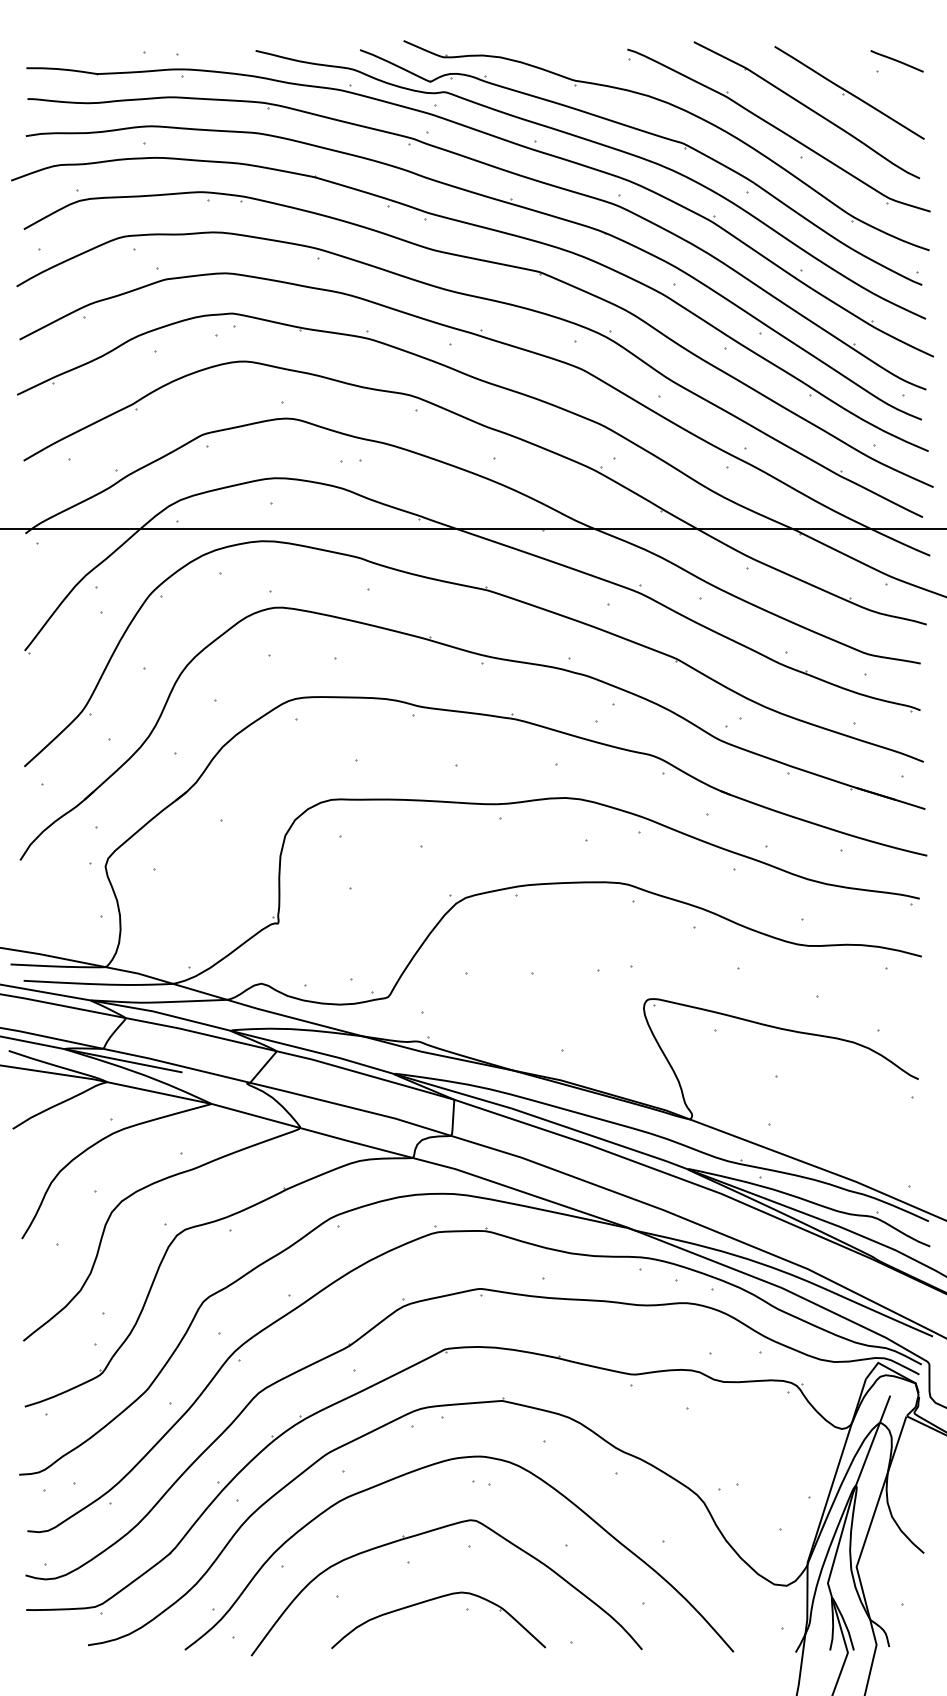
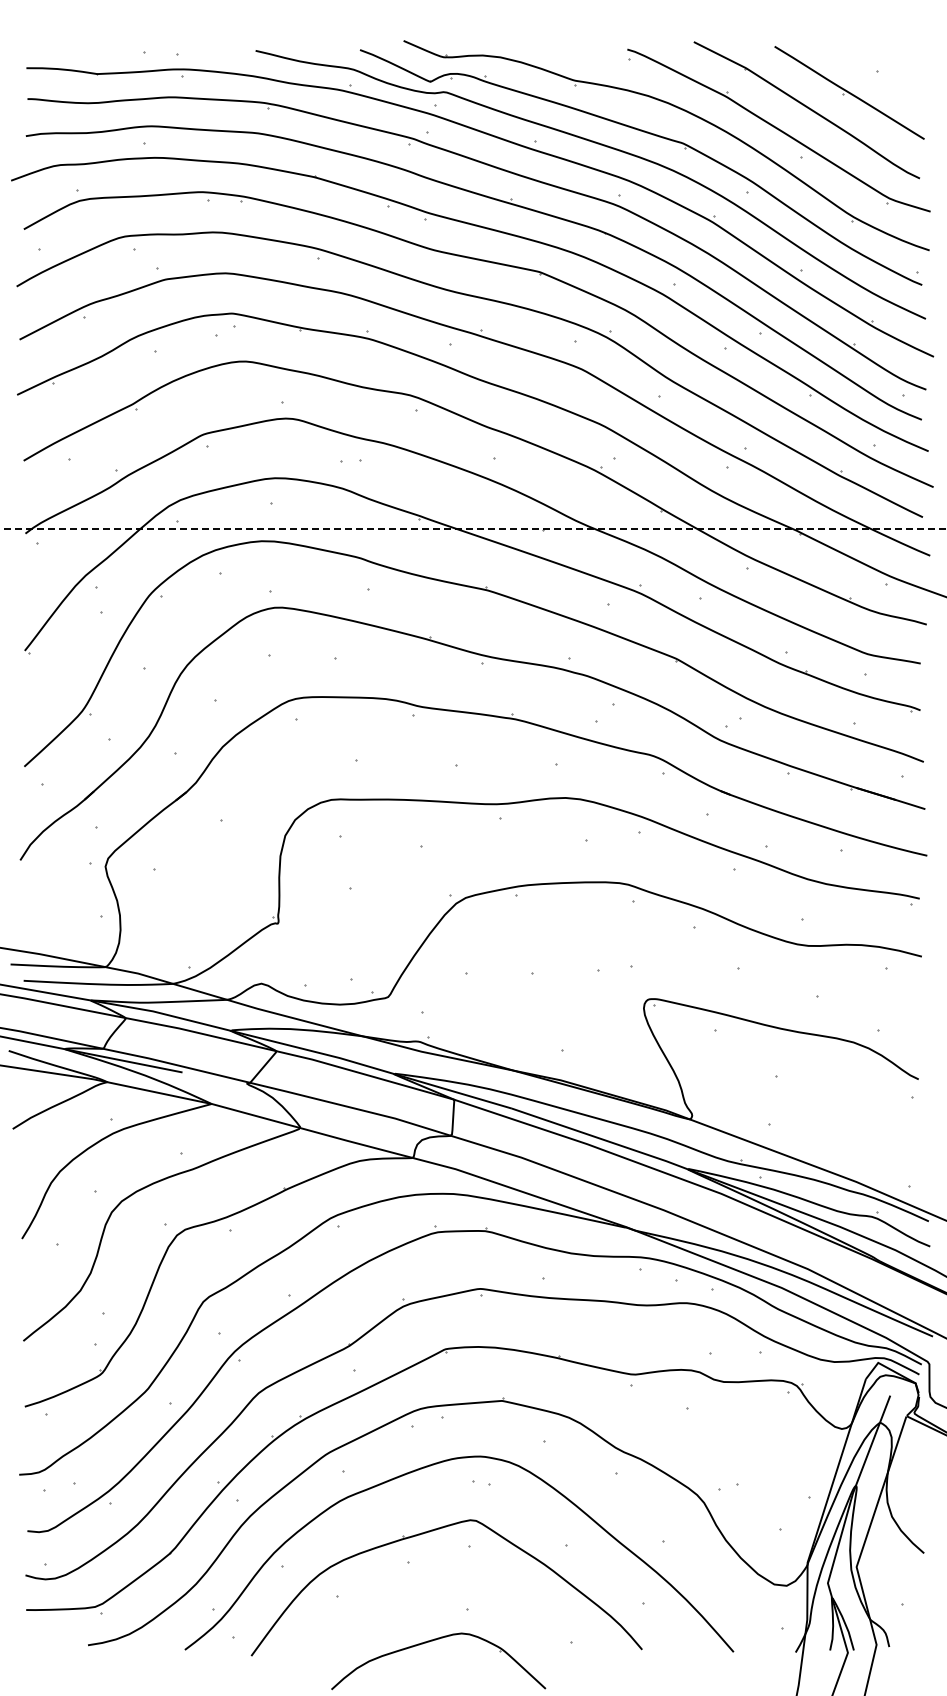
line at (896, 61): present -> none
line at (472, 528): solid -> dashed
part at (432, 1600) position: (432, 1600) -> (432, 1641)
